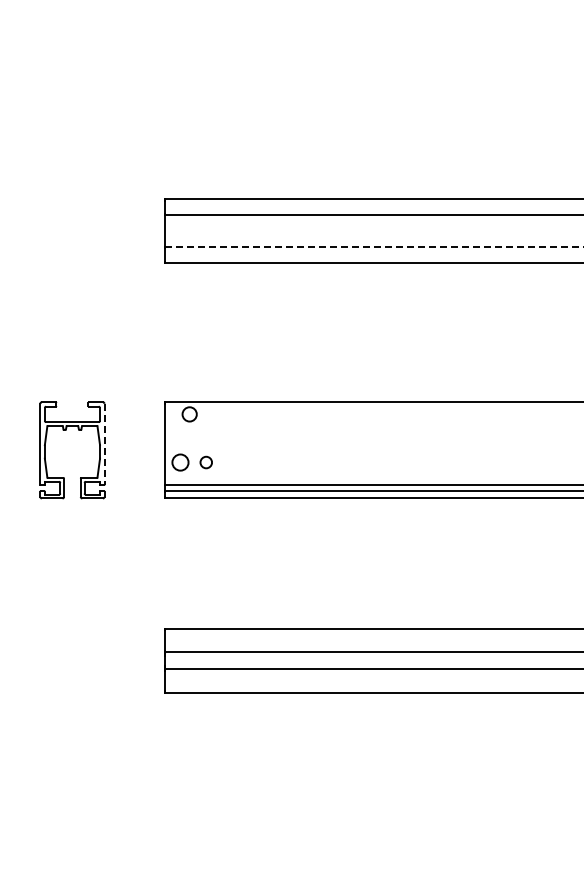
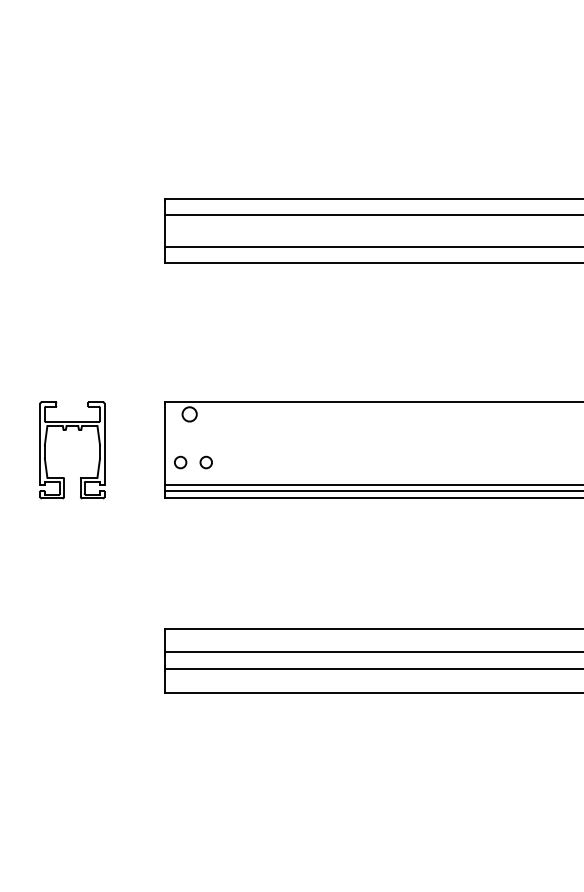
line at (375, 247): dashed -> solid
line at (104, 444): dashed -> solid
circle at (180, 462) size: 19x19 px -> 14x15 px
